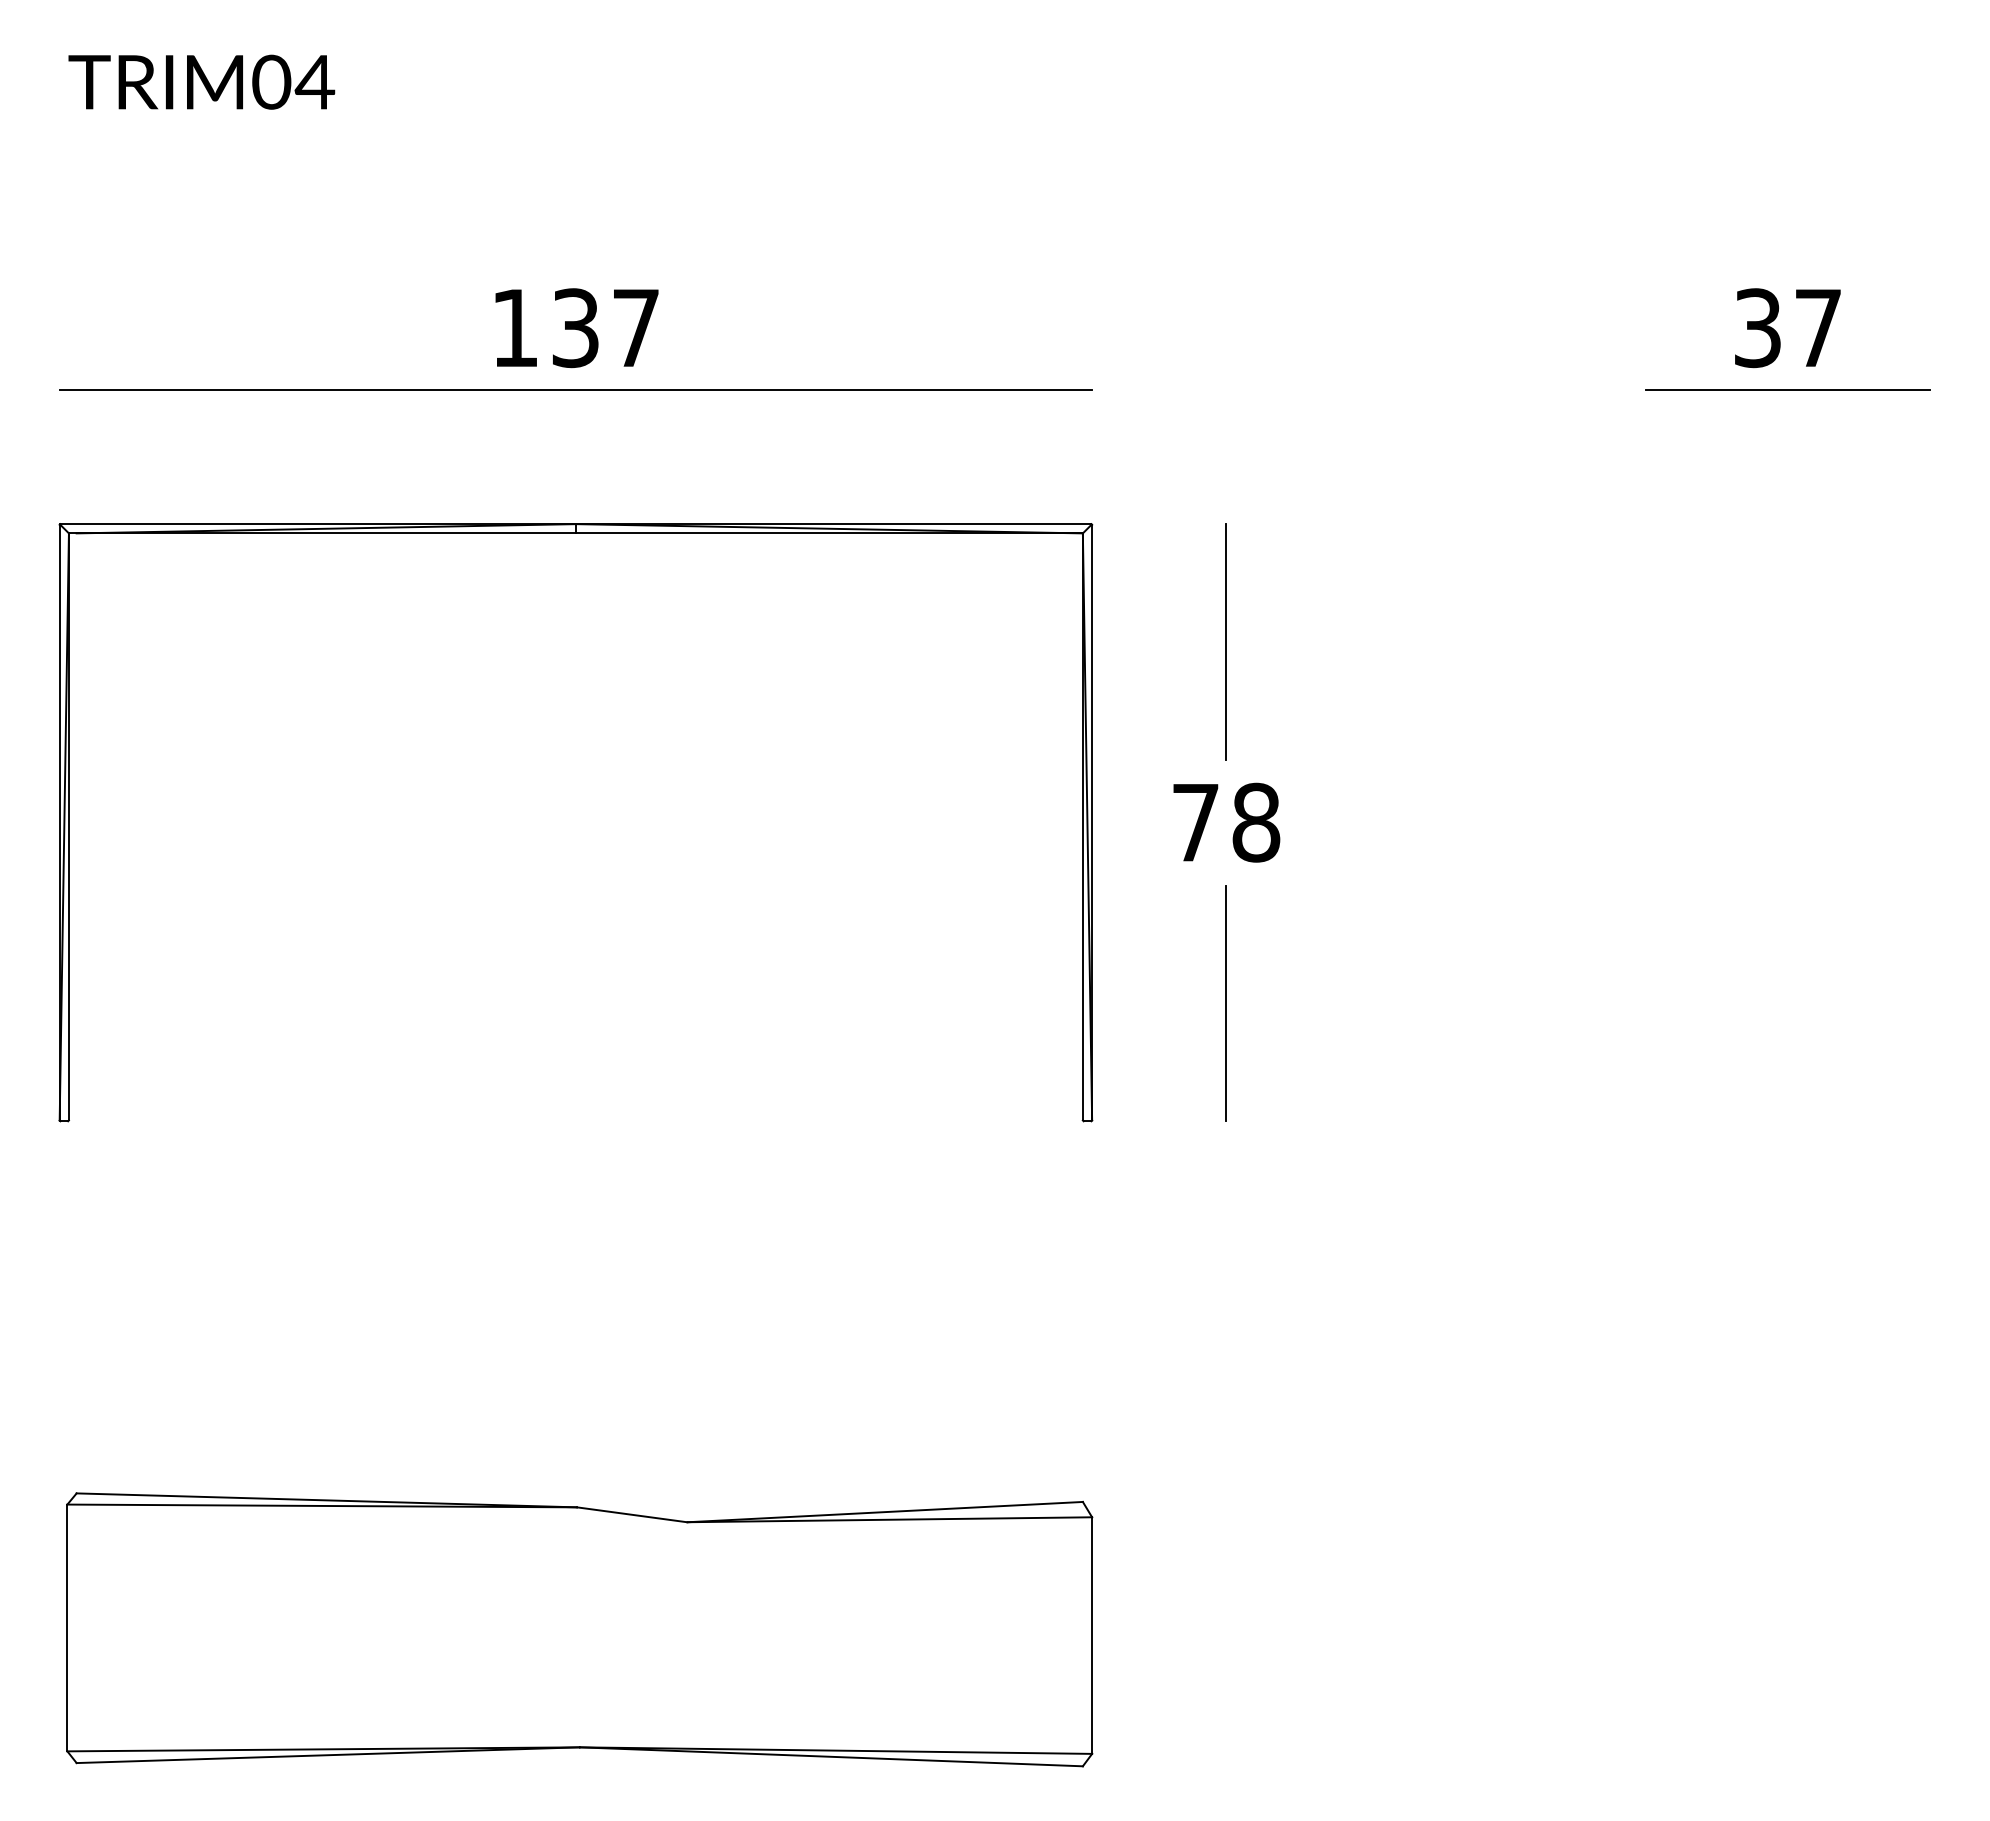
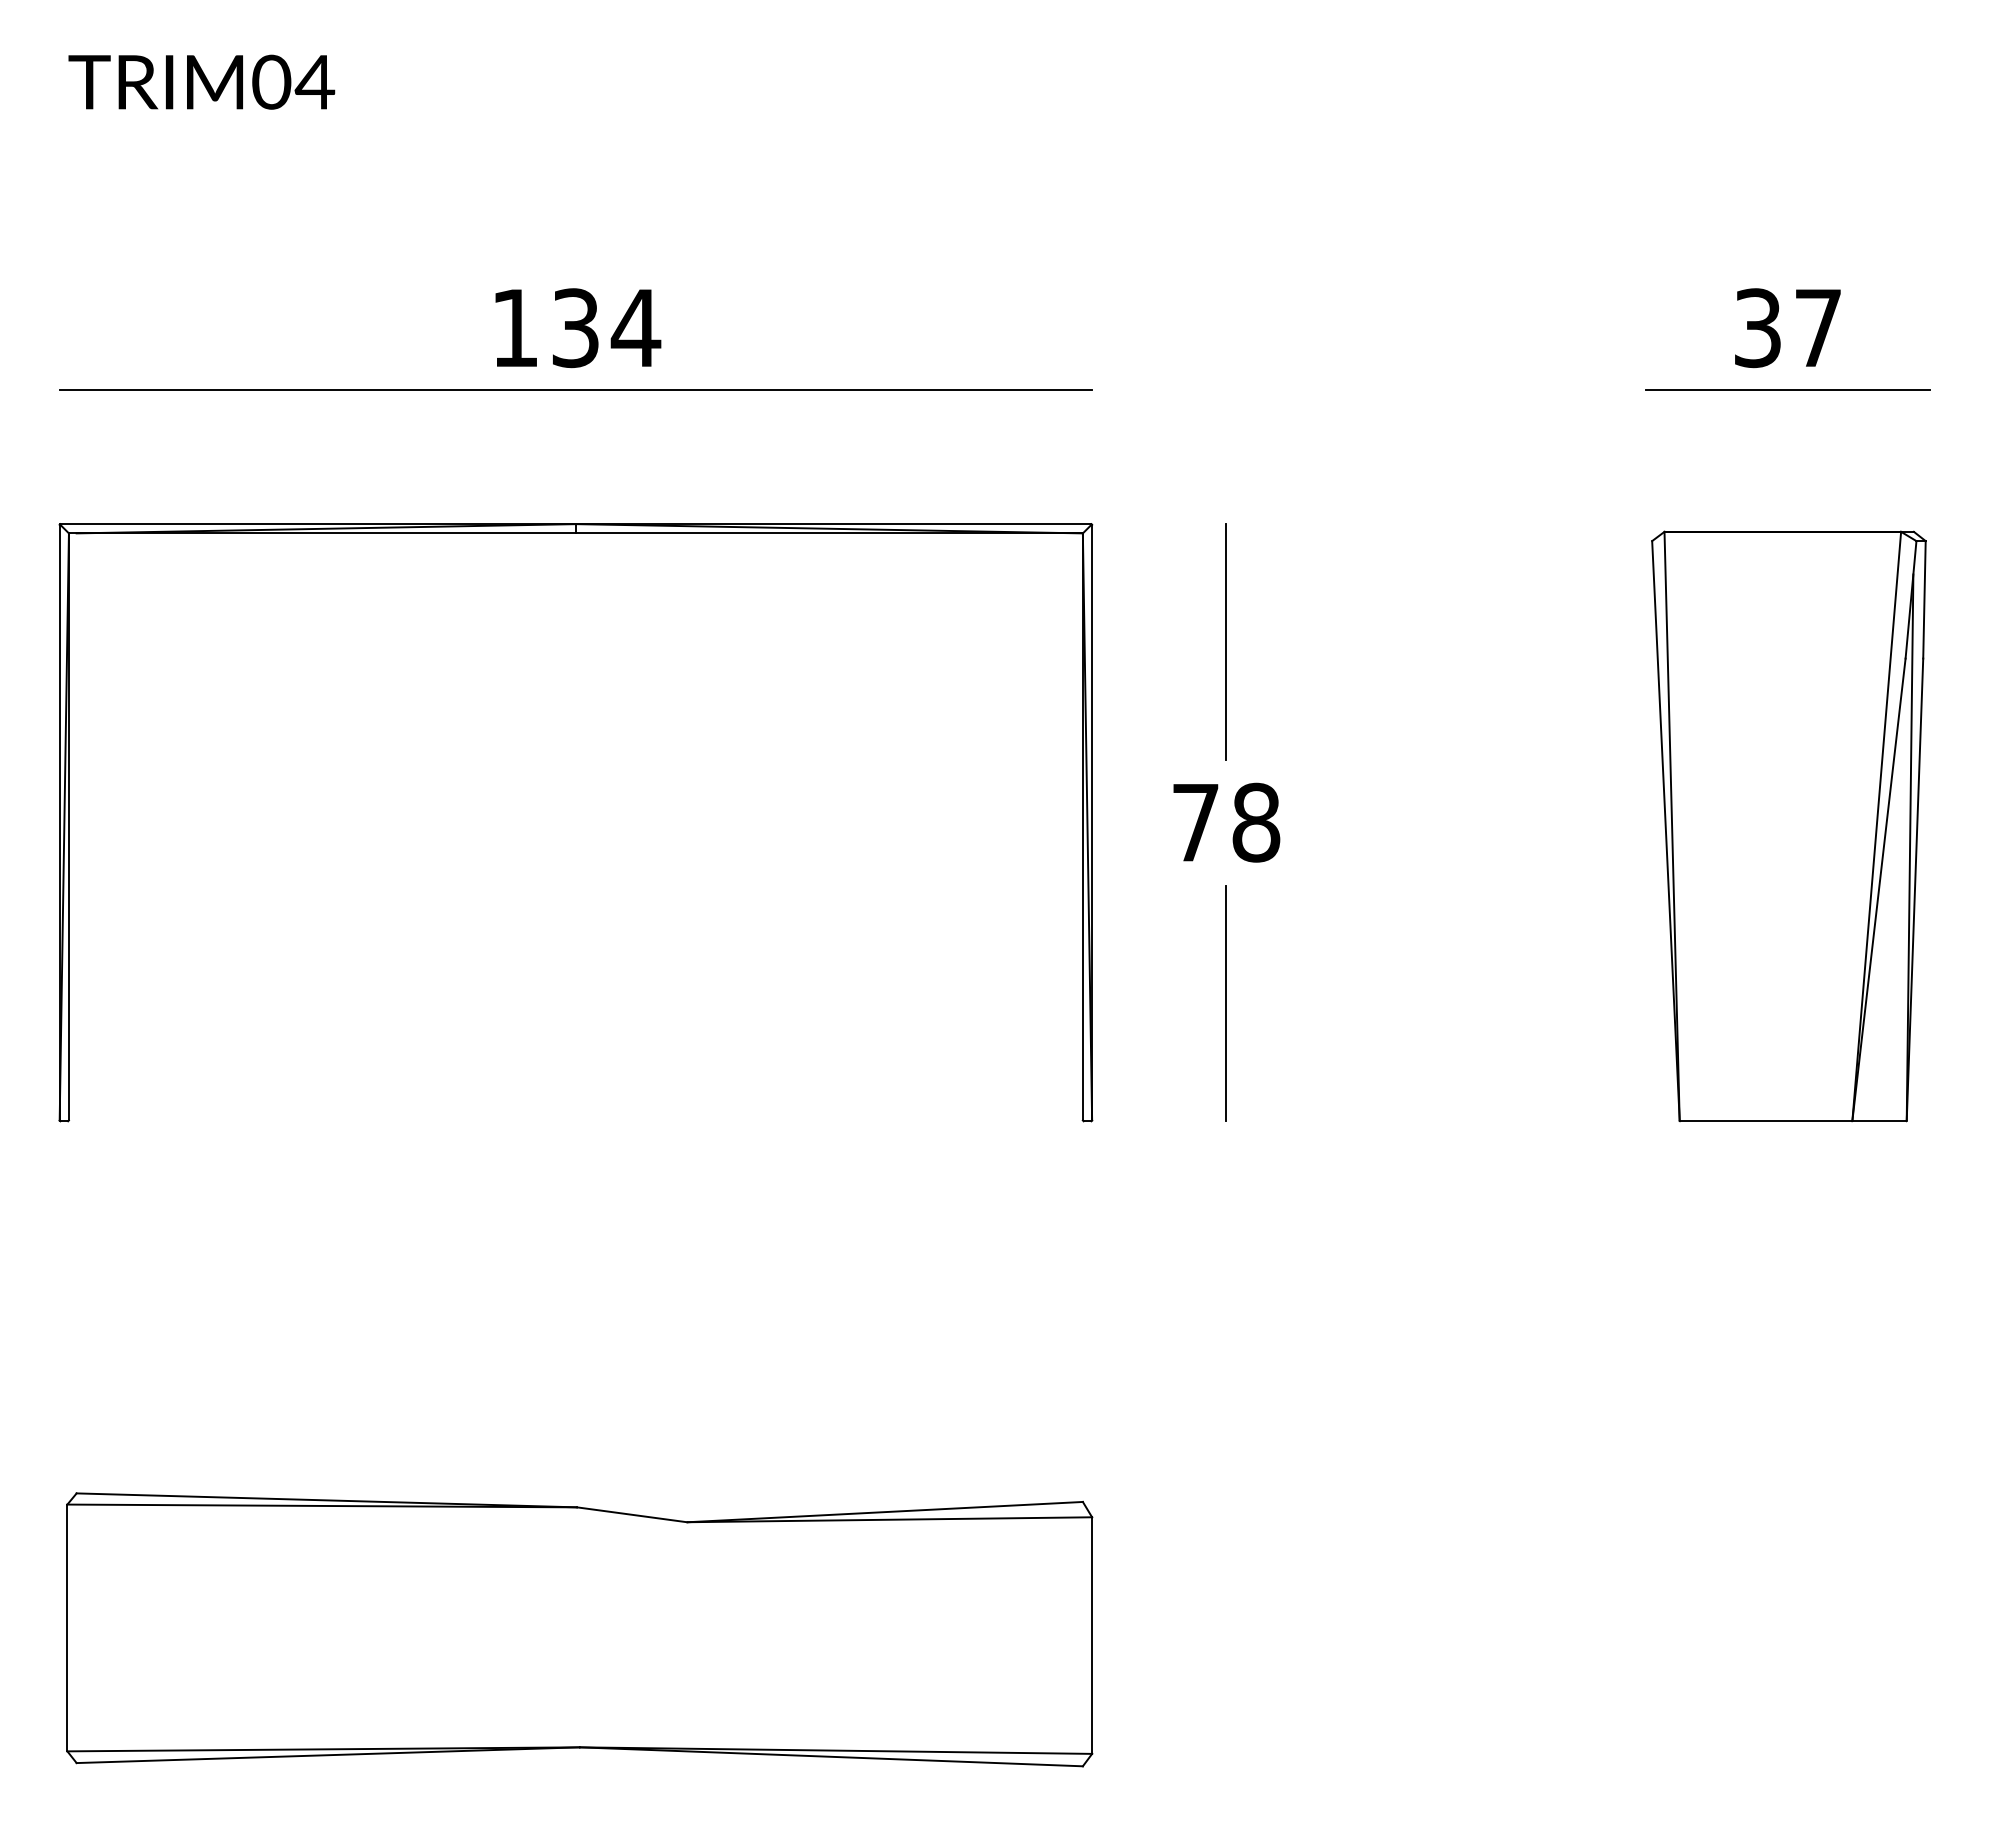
text at (635, 327): 137 -> 134
part at (1788, 826): none -> present
